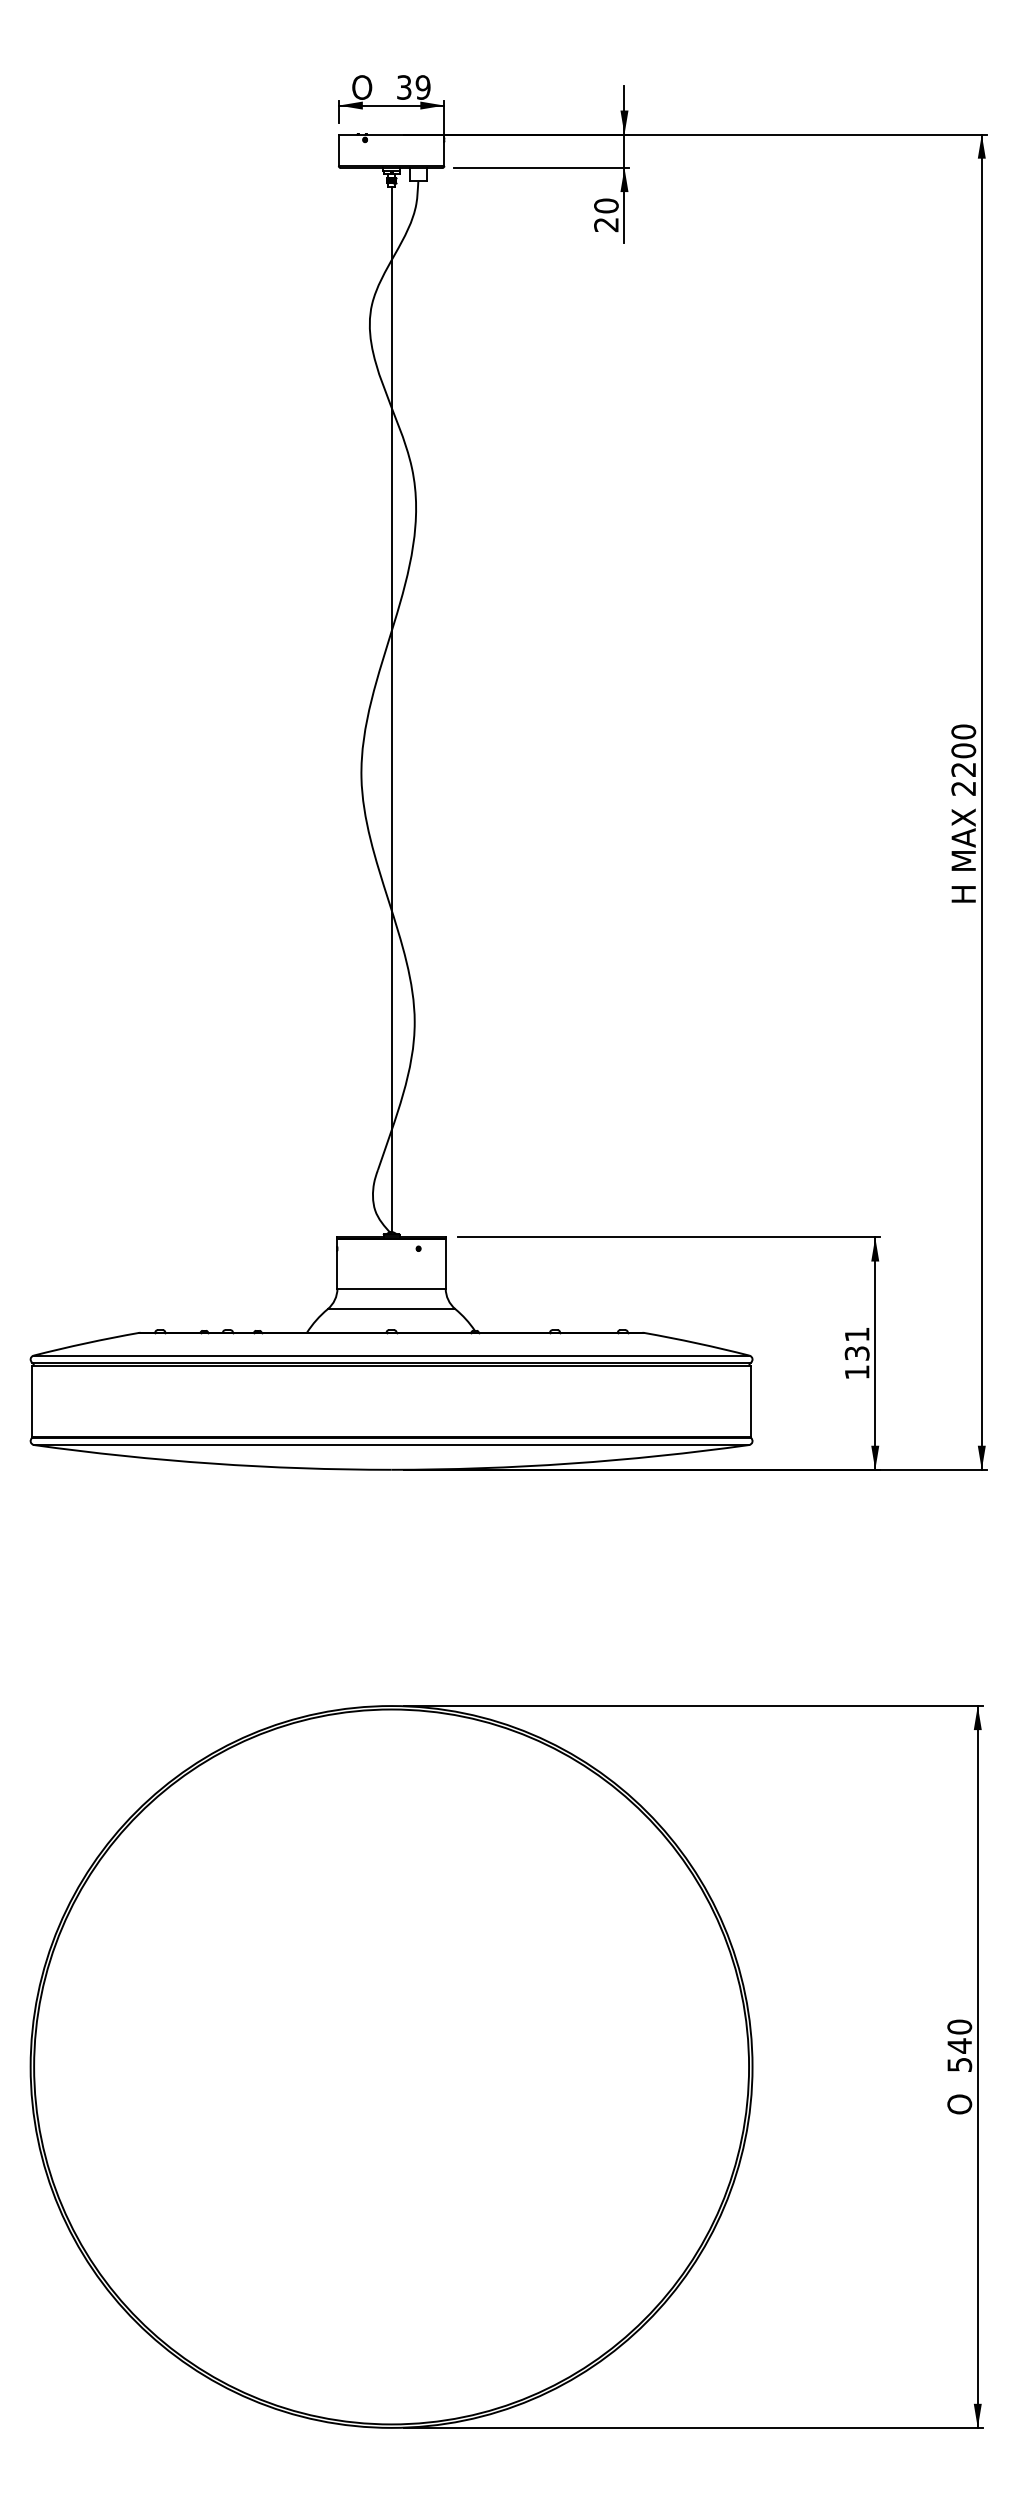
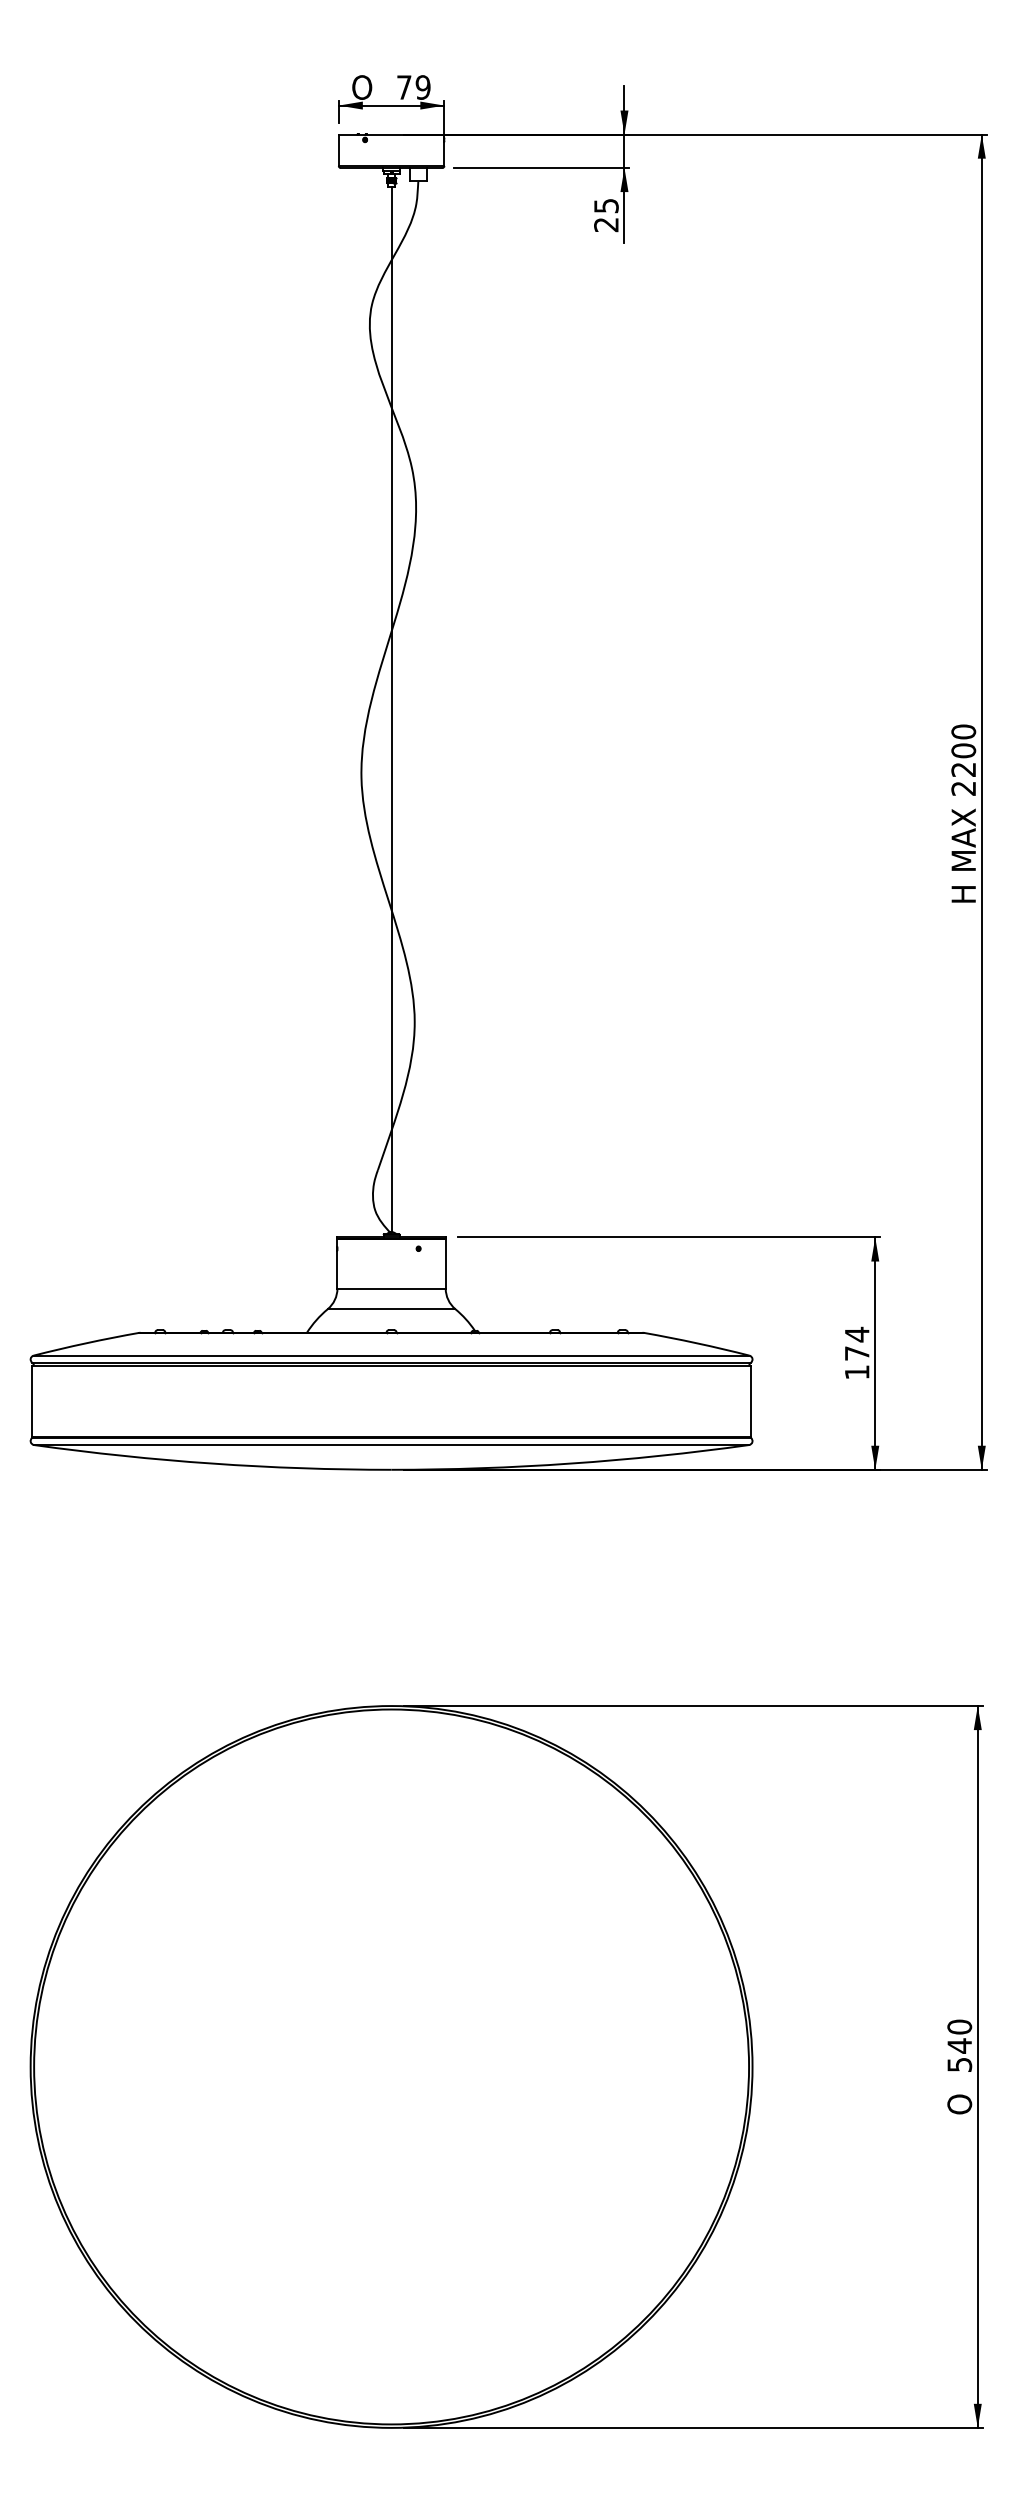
text at (404, 87): 39 -> 79
text at (606, 205): 20 -> 25
text at (856, 1343): 131 -> 174
